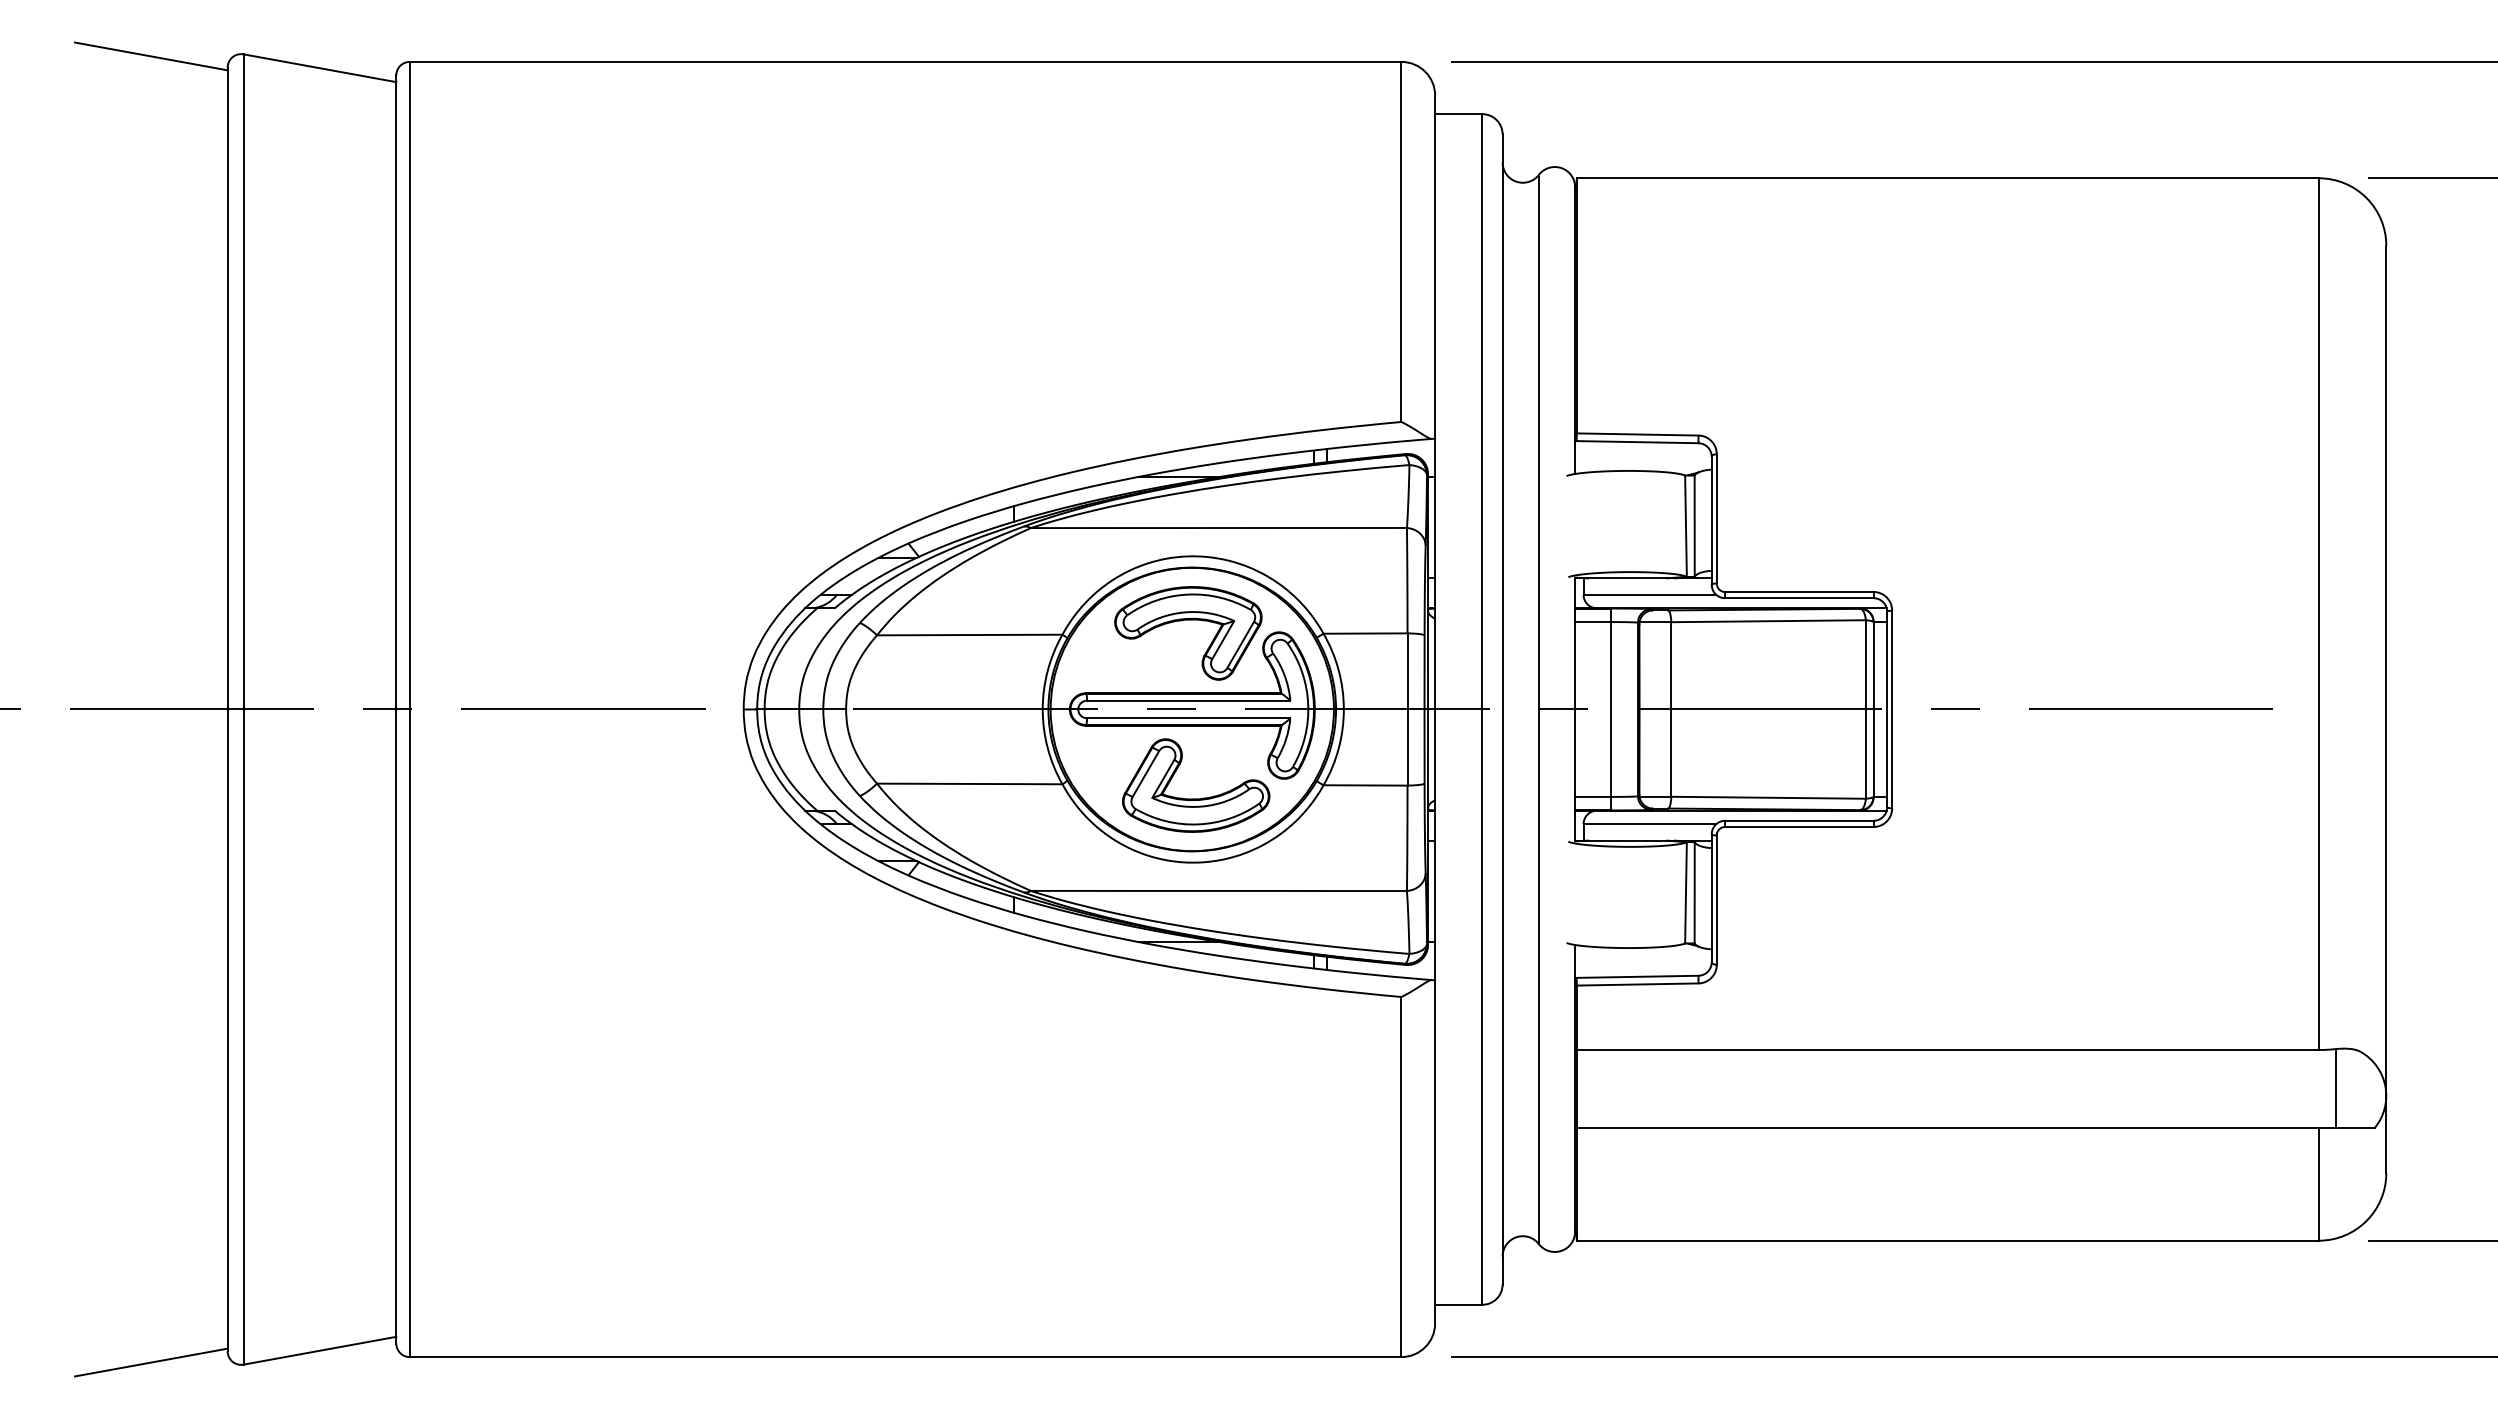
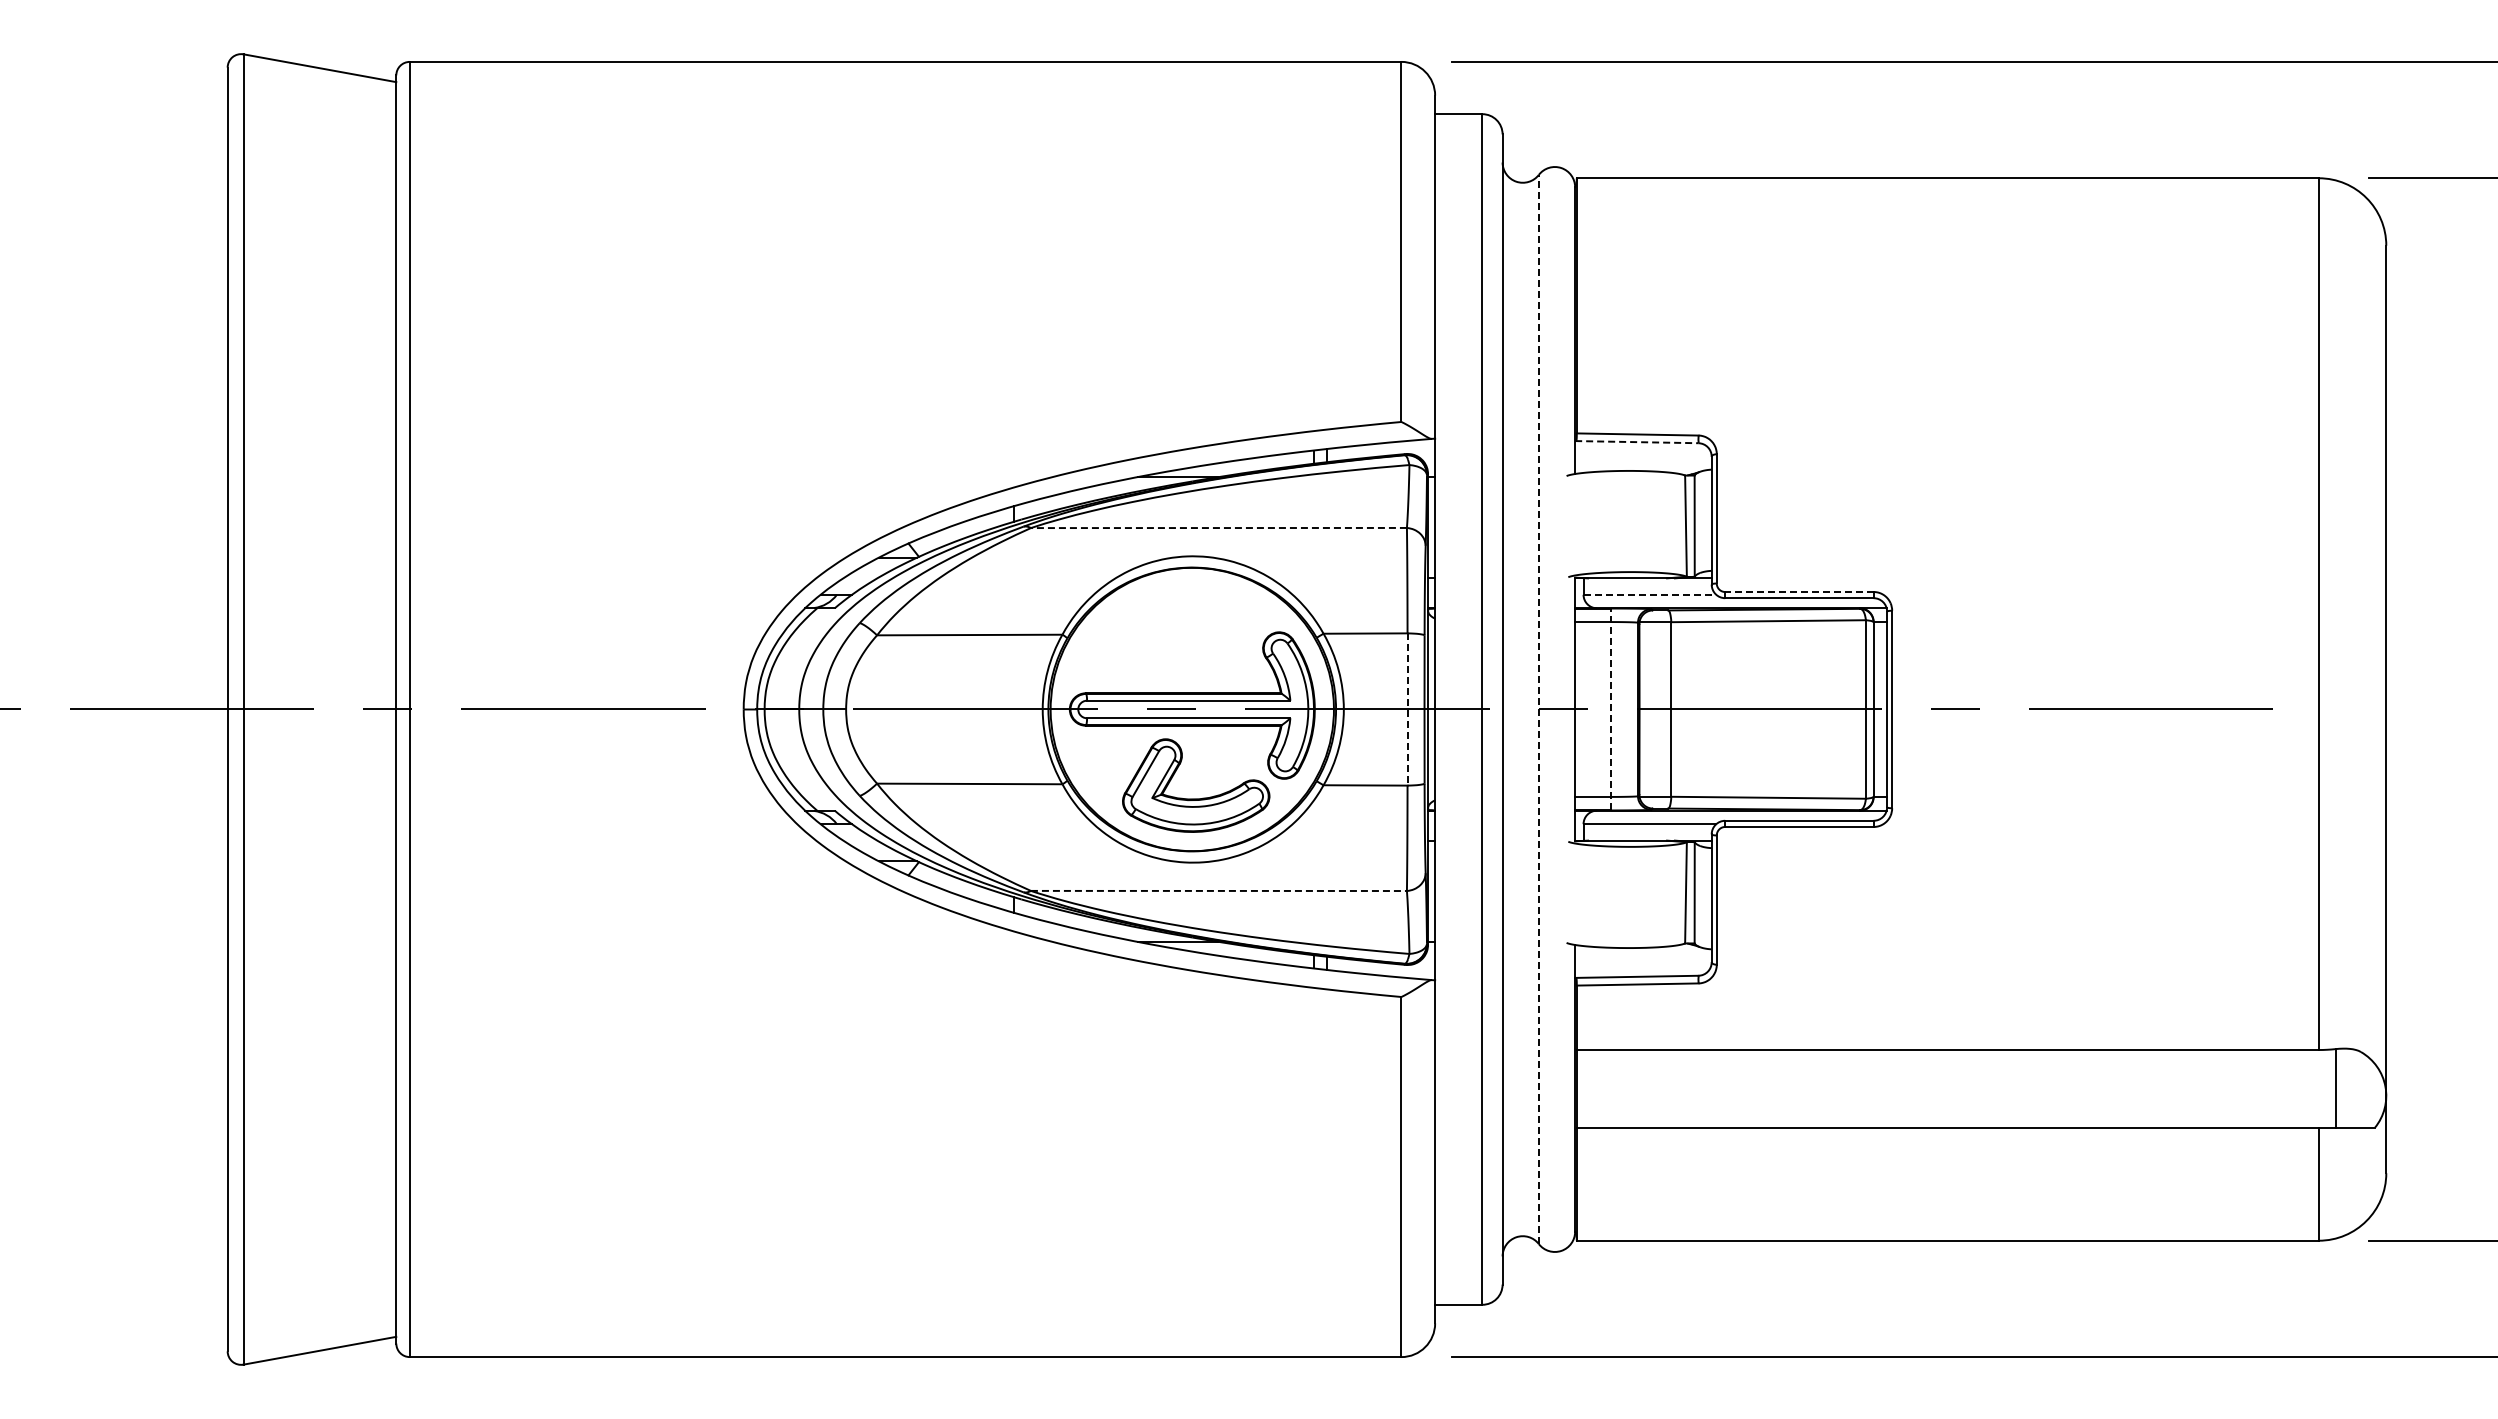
line at (150, 56): present -> none
line at (1636, 442): solid -> dashed
line at (1218, 528): solid -> dashed
line at (1798, 592): solid -> dashed
line at (1650, 594): solid -> dashed
part at (1188, 620): present -> none
line at (1407, 709): solid -> dashed
line at (1538, 709): solid -> dashed
line at (1611, 709): solid -> dashed
line at (1218, 890): solid -> dashed
line at (150, 1362): present -> none
